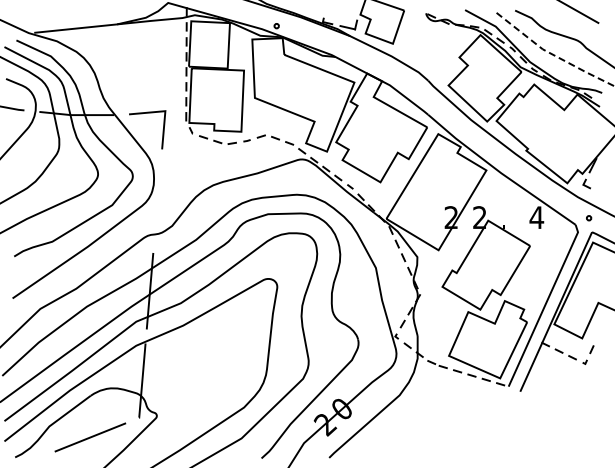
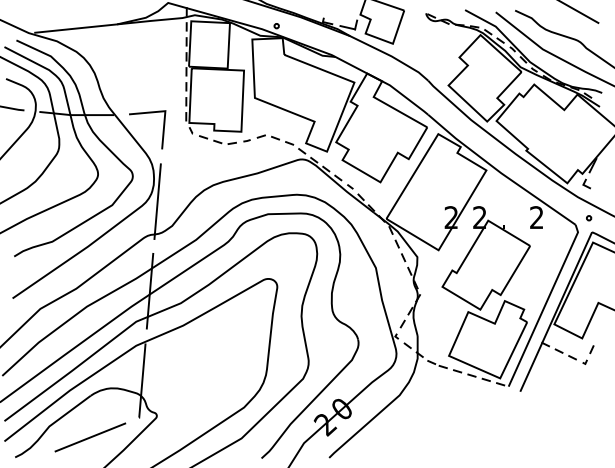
line at (552, 54): dashed -> solid
line at (157, 201): none -> present
text at (536, 217): 4 -> 2
